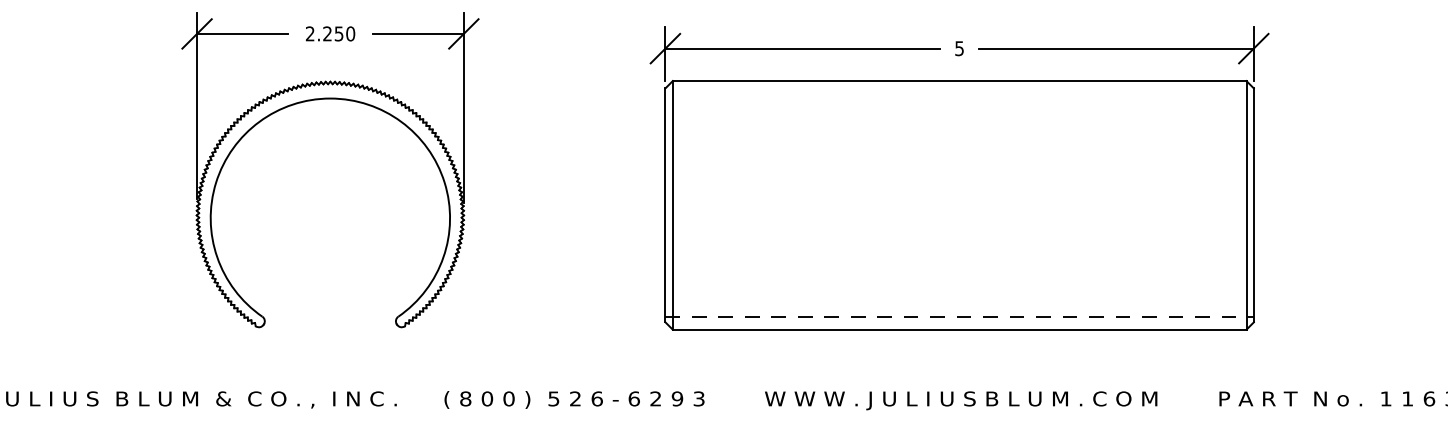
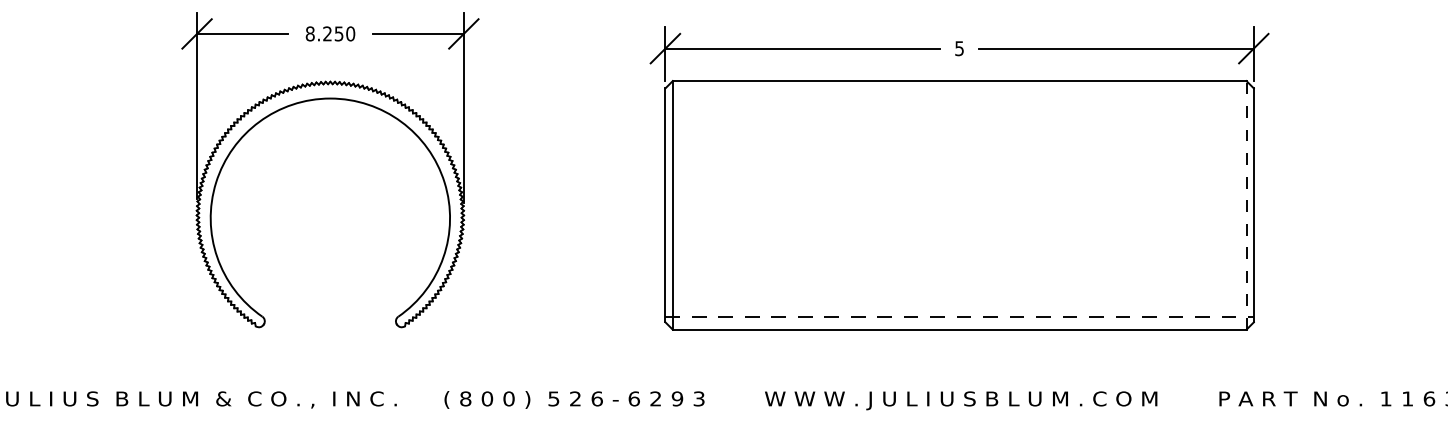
text at (309, 33): 2.250 -> 8.250
line at (1246, 204): solid -> dashed
